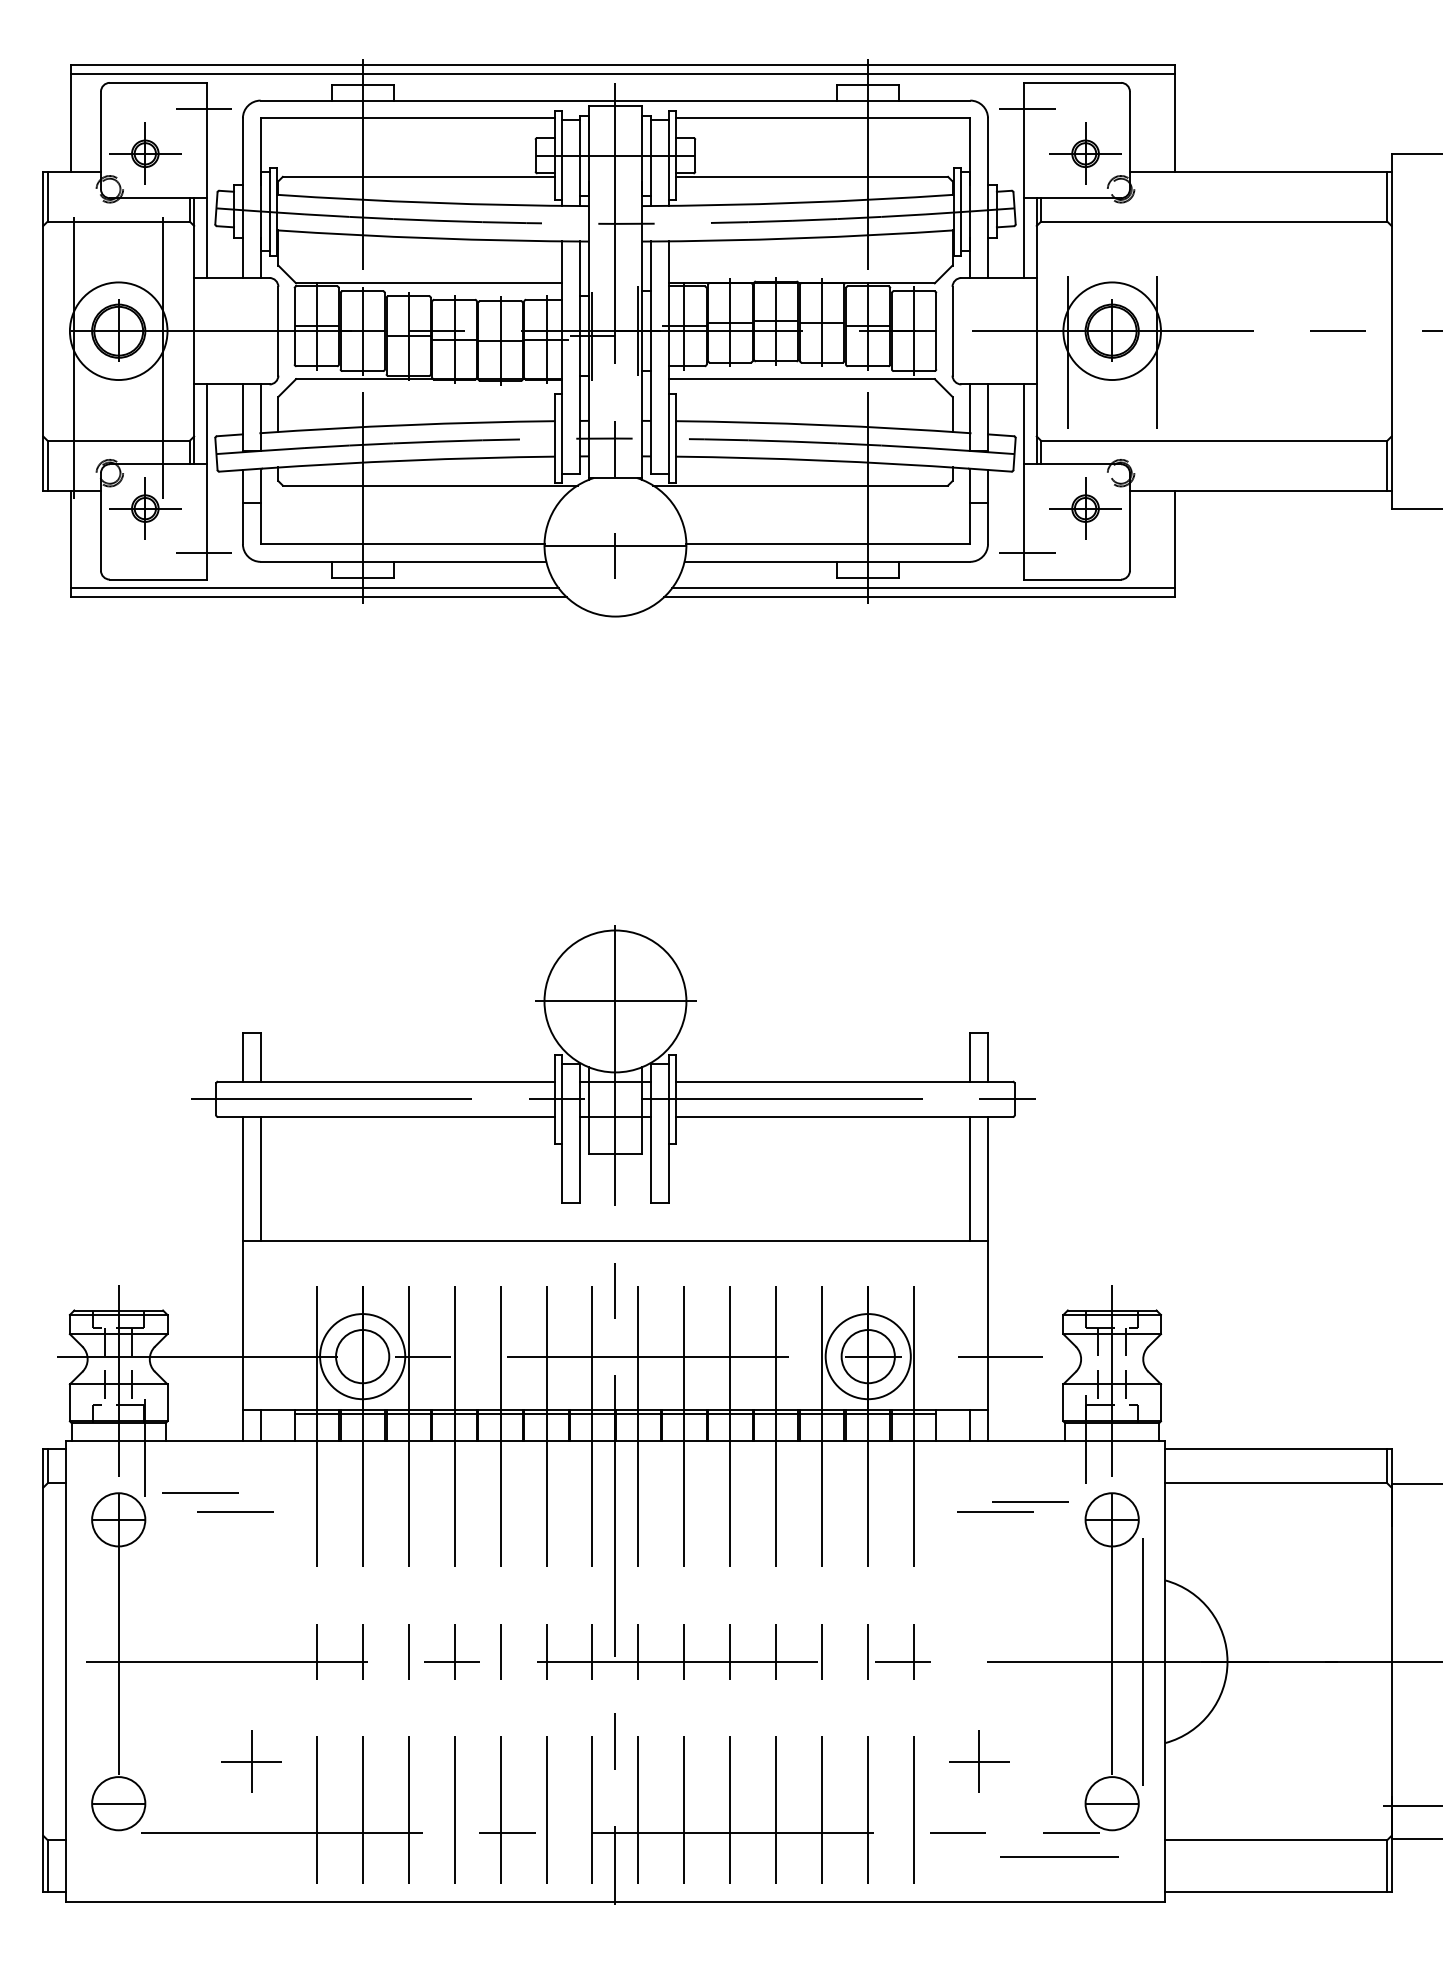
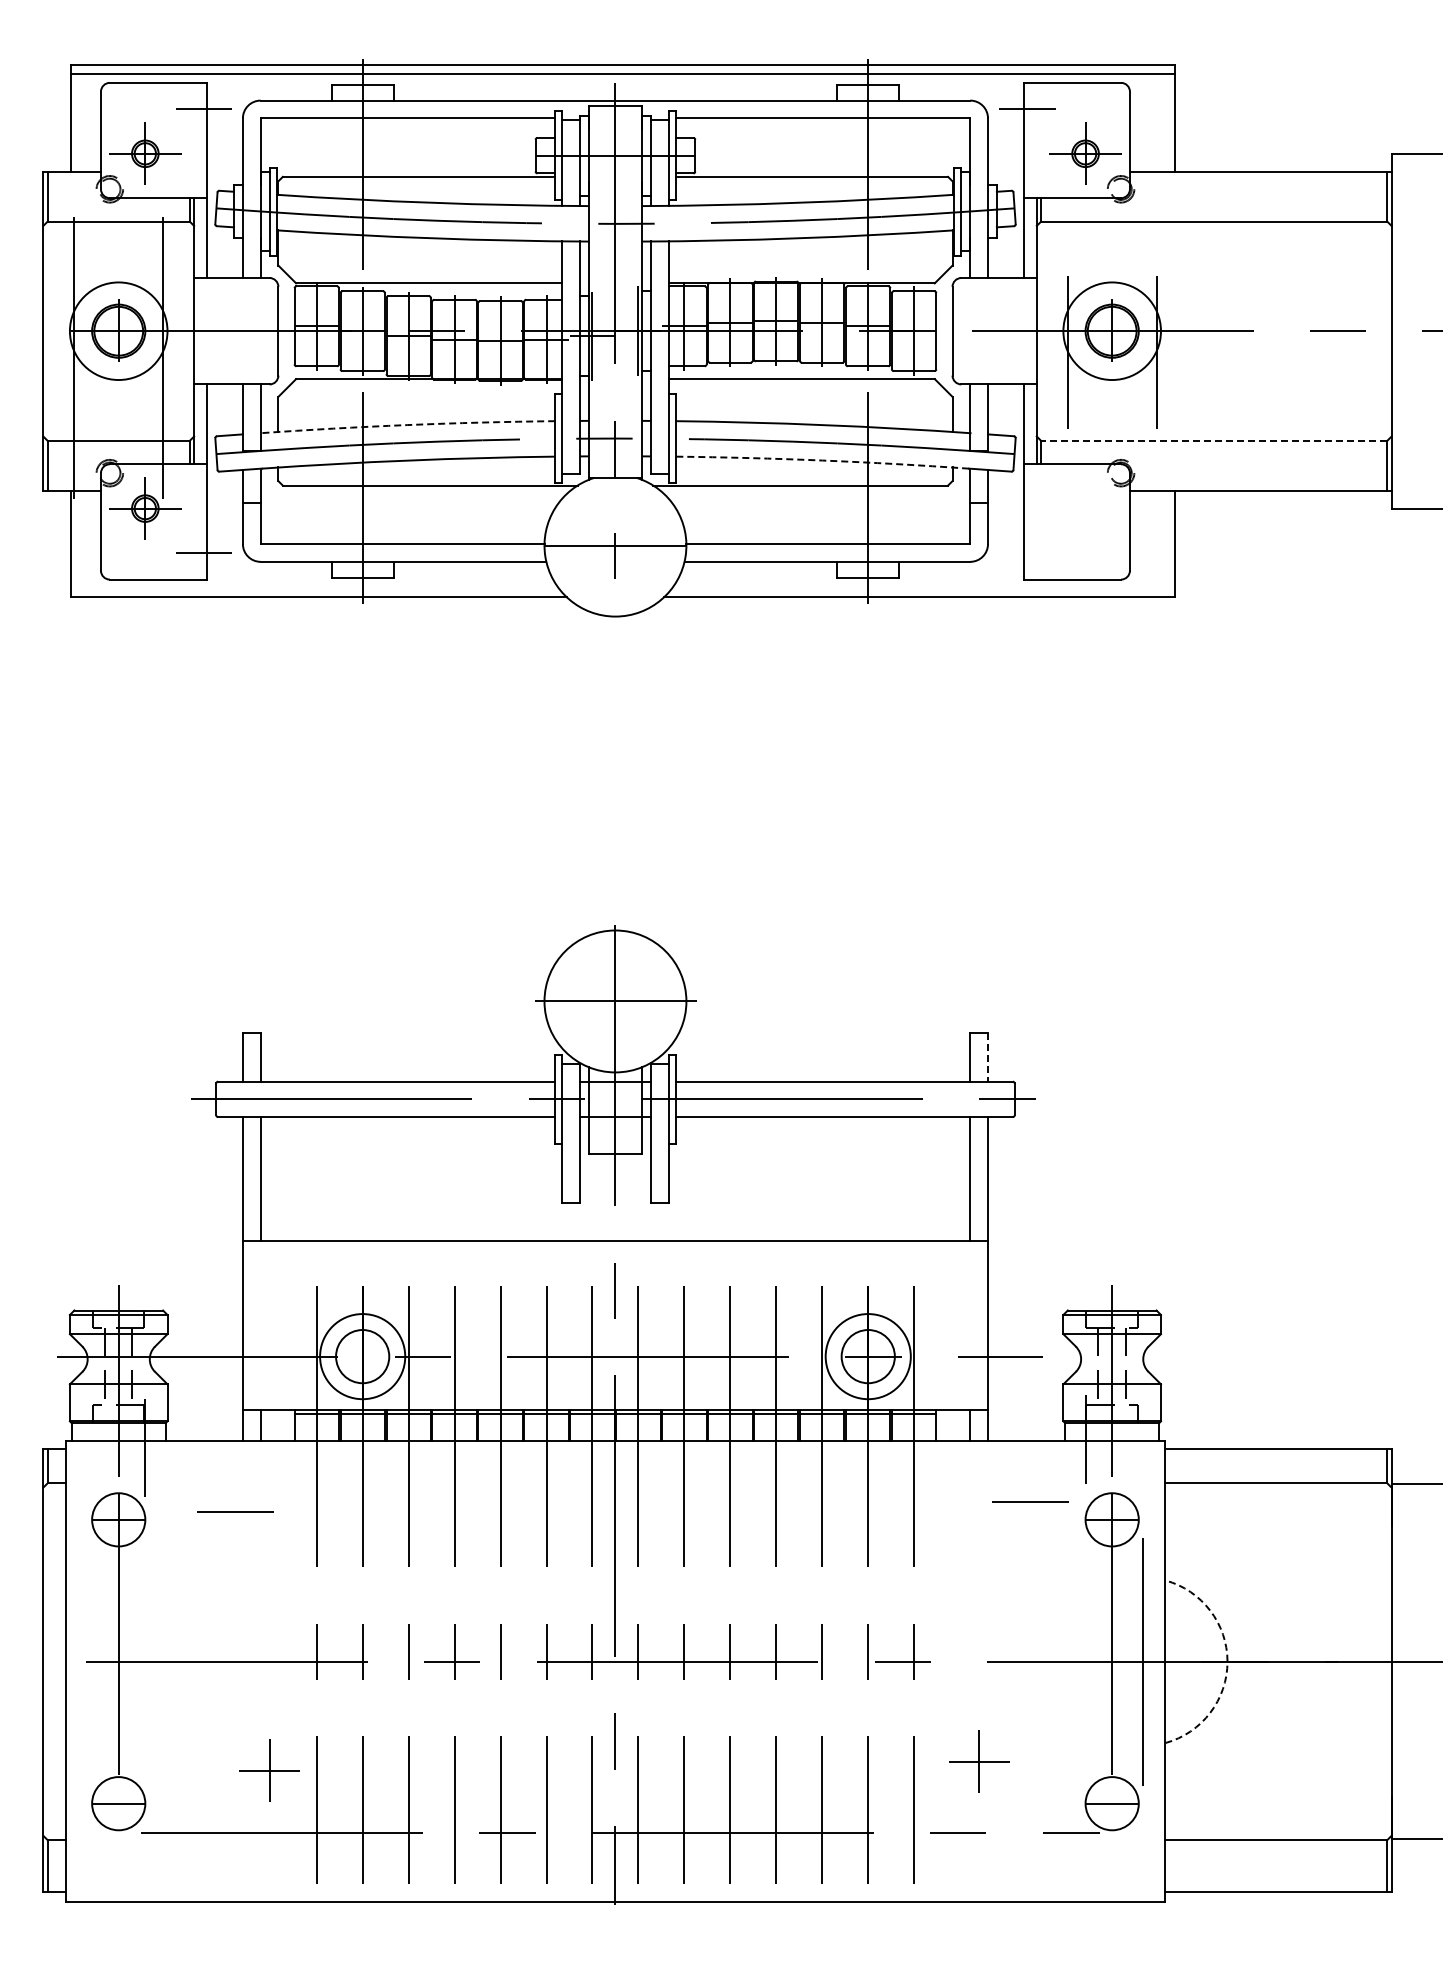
arc at (407, 425): solid -> dashed
line at (1214, 440): solid -> dashed
arc at (822, 460): solid -> dashed
part at (1085, 508): present -> none
line at (1027, 552): present -> none
line at (314, 588): present -> none
line at (923, 588): present -> none
line at (988, 1057): solid -> dashed
line at (199, 1493): present -> none
line at (995, 1511): present -> none
arc at (1227, 1661): solid -> dashed
part at (251, 1761) position: (251, 1761) -> (269, 1770)
line at (1410, 1805): present -> none
line at (1058, 1856): present -> none
